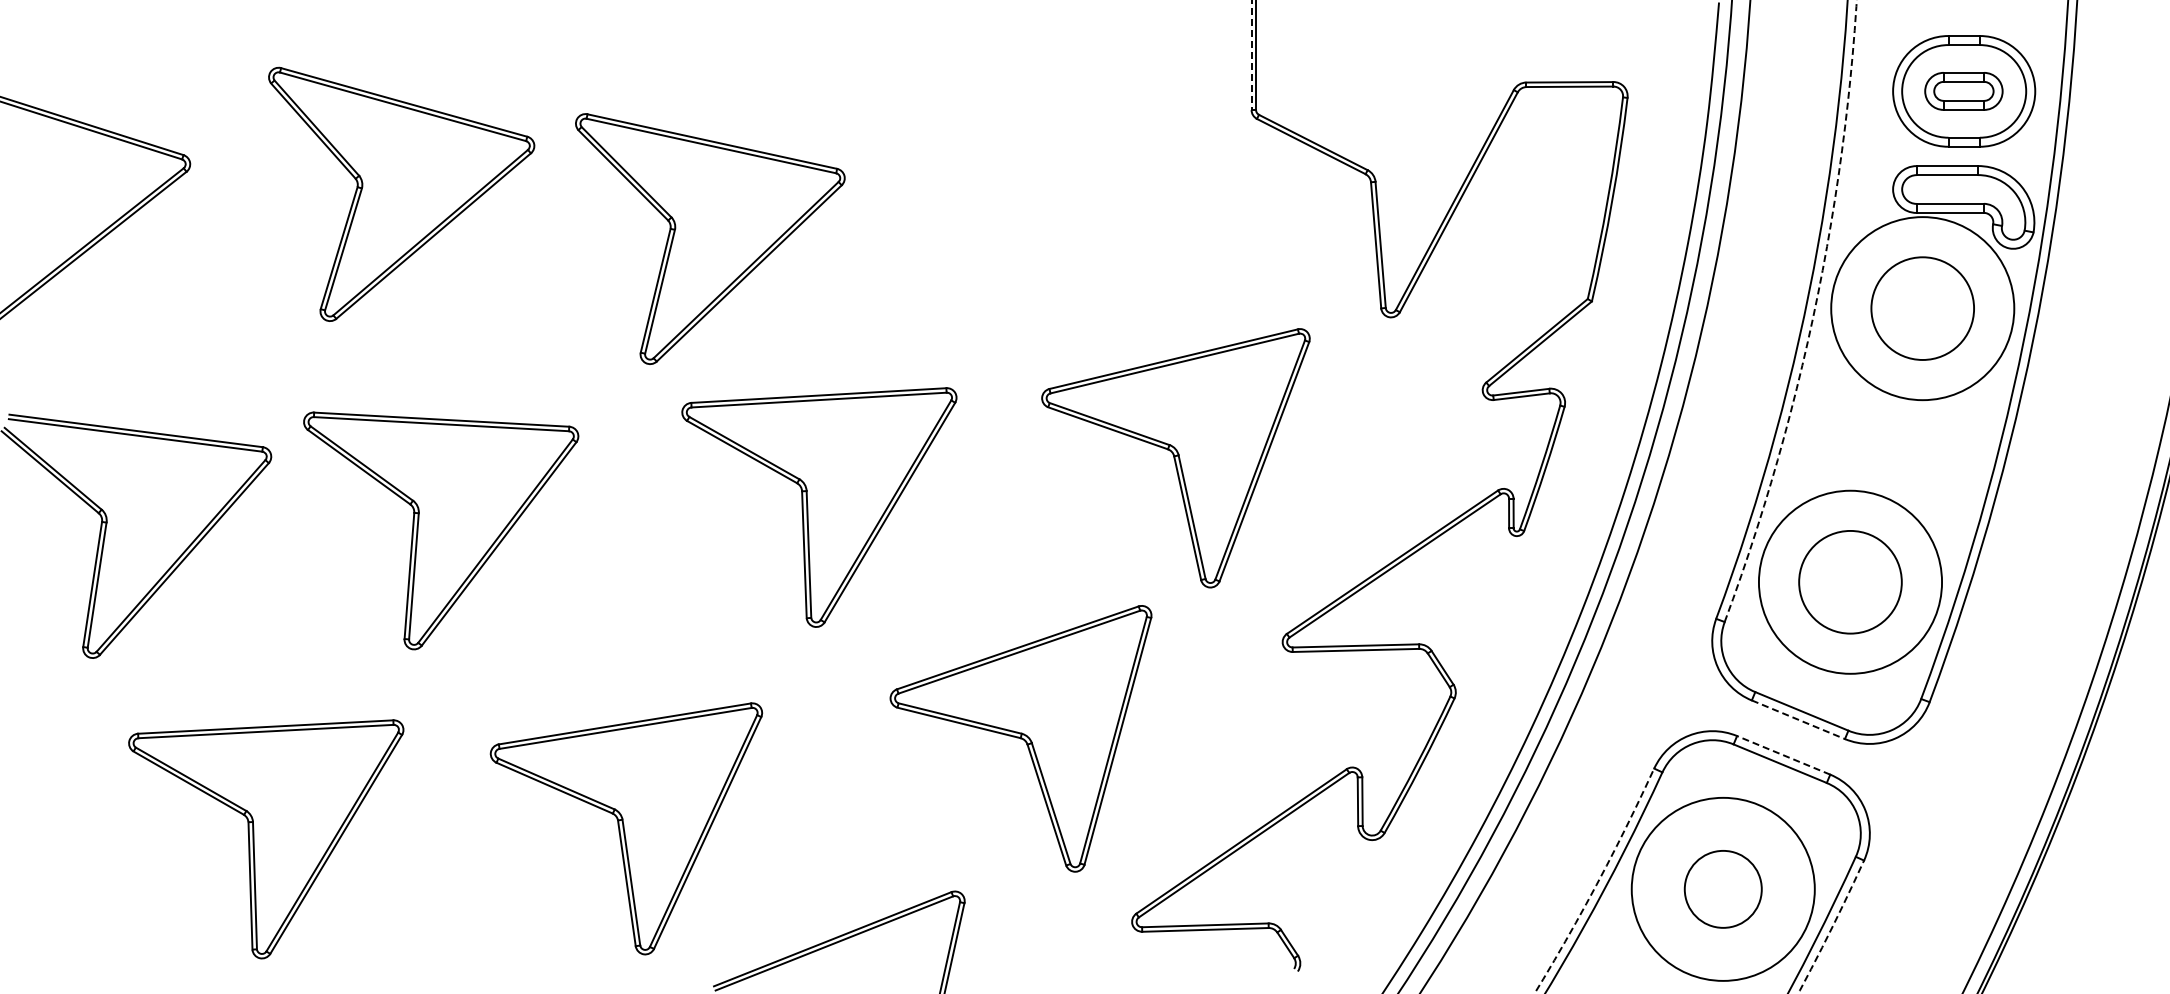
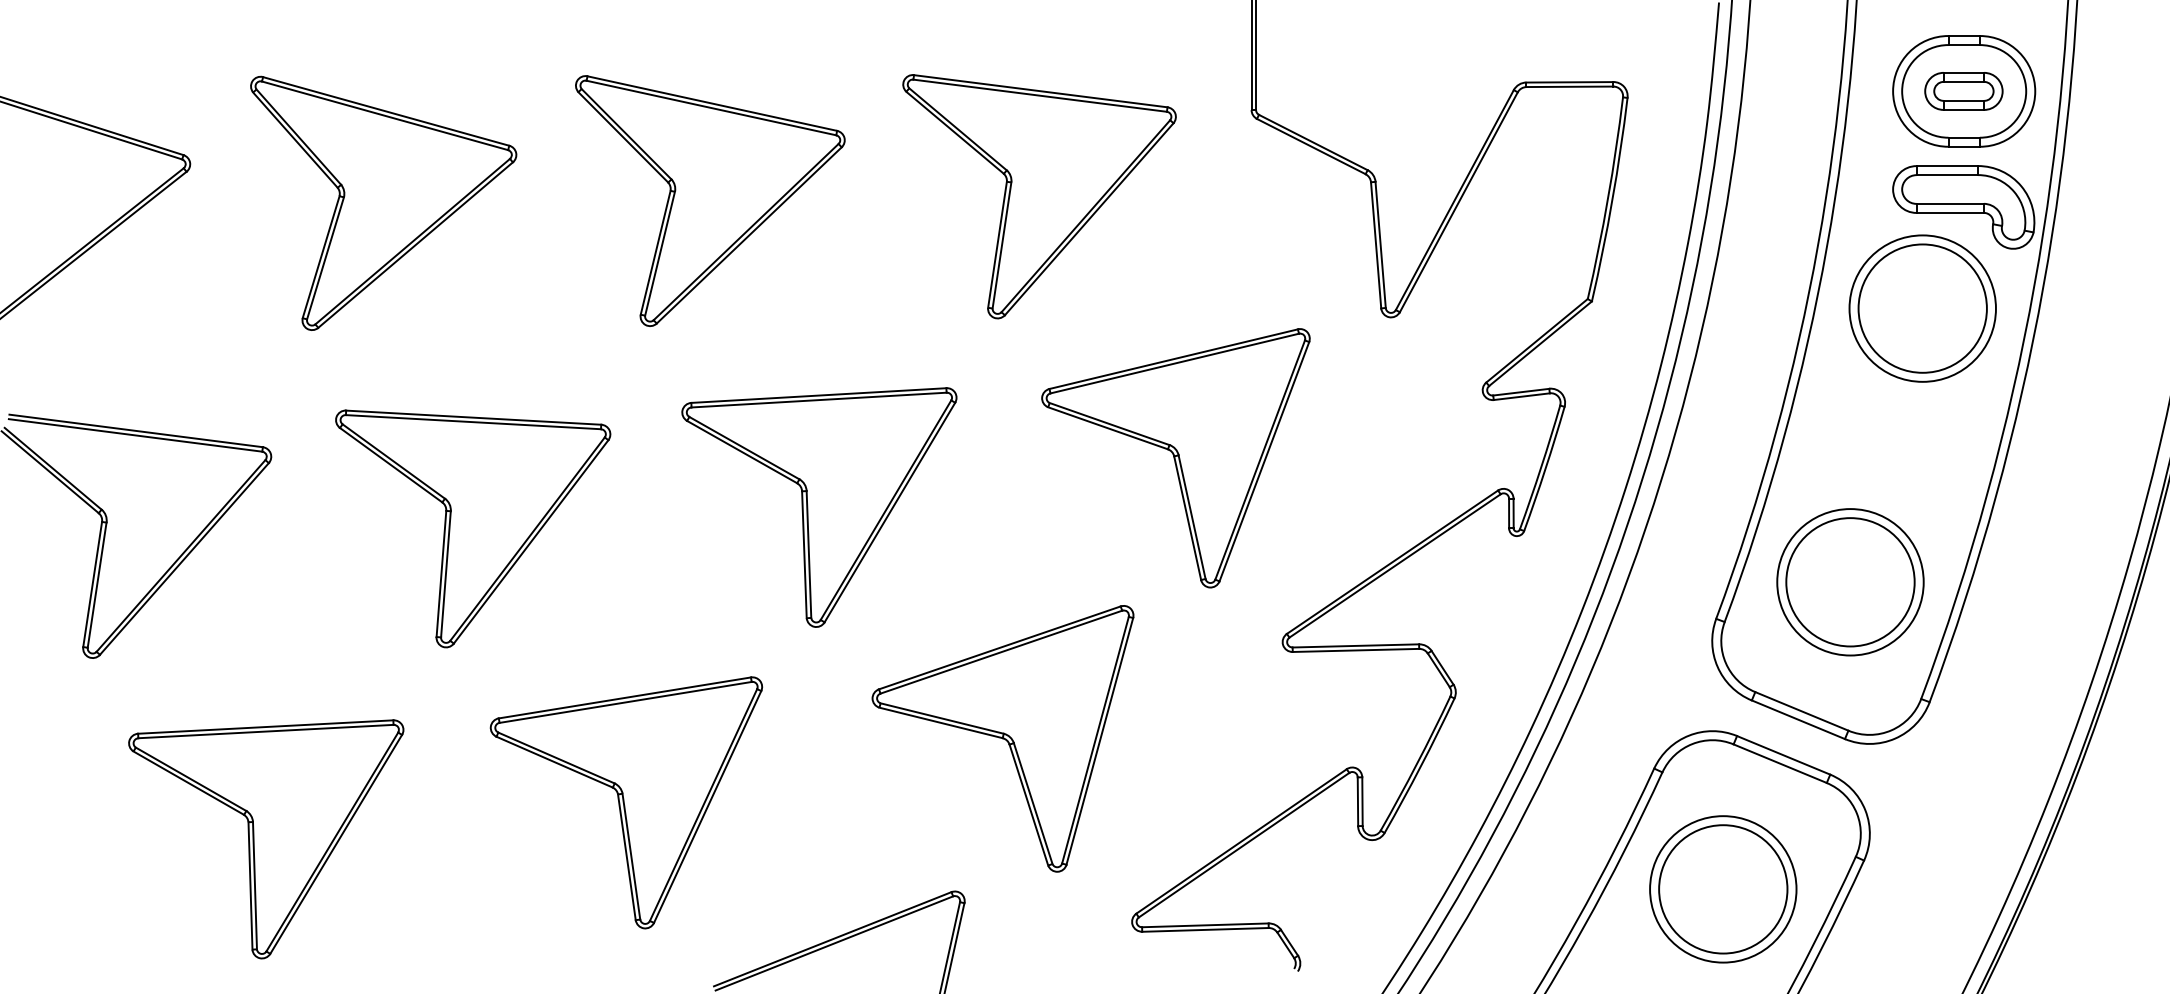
line at (1251, 55): dashed -> solid
part at (401, 193) position: (401, 193) -> (383, 202)
part at (1039, 196): none -> present
part at (710, 238) position: (710, 238) -> (710, 200)
circle at (1922, 308) diameter: 103 px -> 128 px
circle at (1922, 308) diameter: 183 px -> 146 px
arc at (1813, 315): dashed -> solid
part at (441, 530) position: (441, 530) -> (473, 528)
circle at (1850, 581) diameter: 103 px -> 128 px
circle at (1850, 581) diameter: 183 px -> 146 px
line at (1798, 719): dashed -> solid
part at (1020, 738) position: (1020, 738) -> (1002, 738)
line at (1783, 755): dashed -> solid
part at (626, 828) position: (626, 828) -> (626, 802)
arc at (1597, 883): dashed -> solid
circle at (1722, 888) diameter: 183 px -> 146 px
circle at (1722, 888) diameter: 77 px -> 128 px
arc at (1832, 927): dashed -> solid
